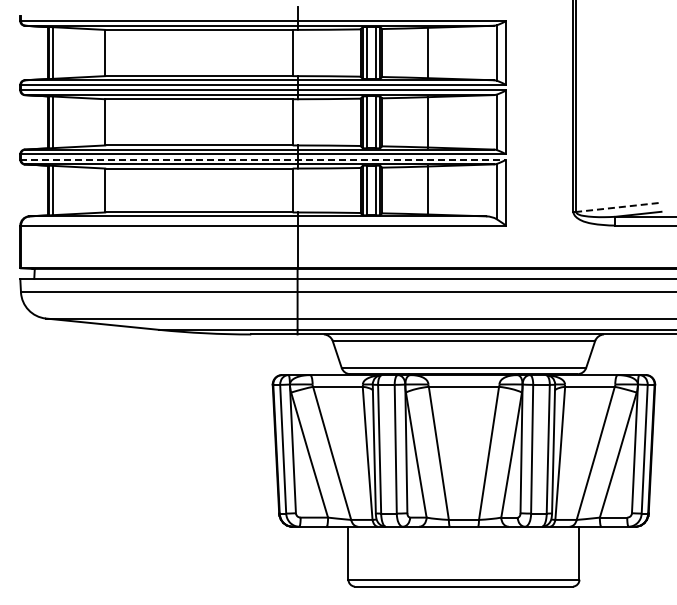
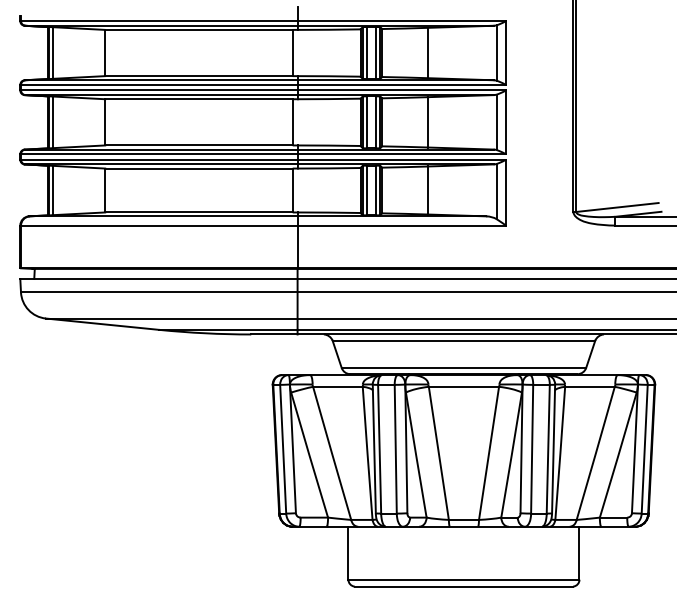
line at (263, 159): dashed -> solid
line at (616, 207): dashed -> solid
